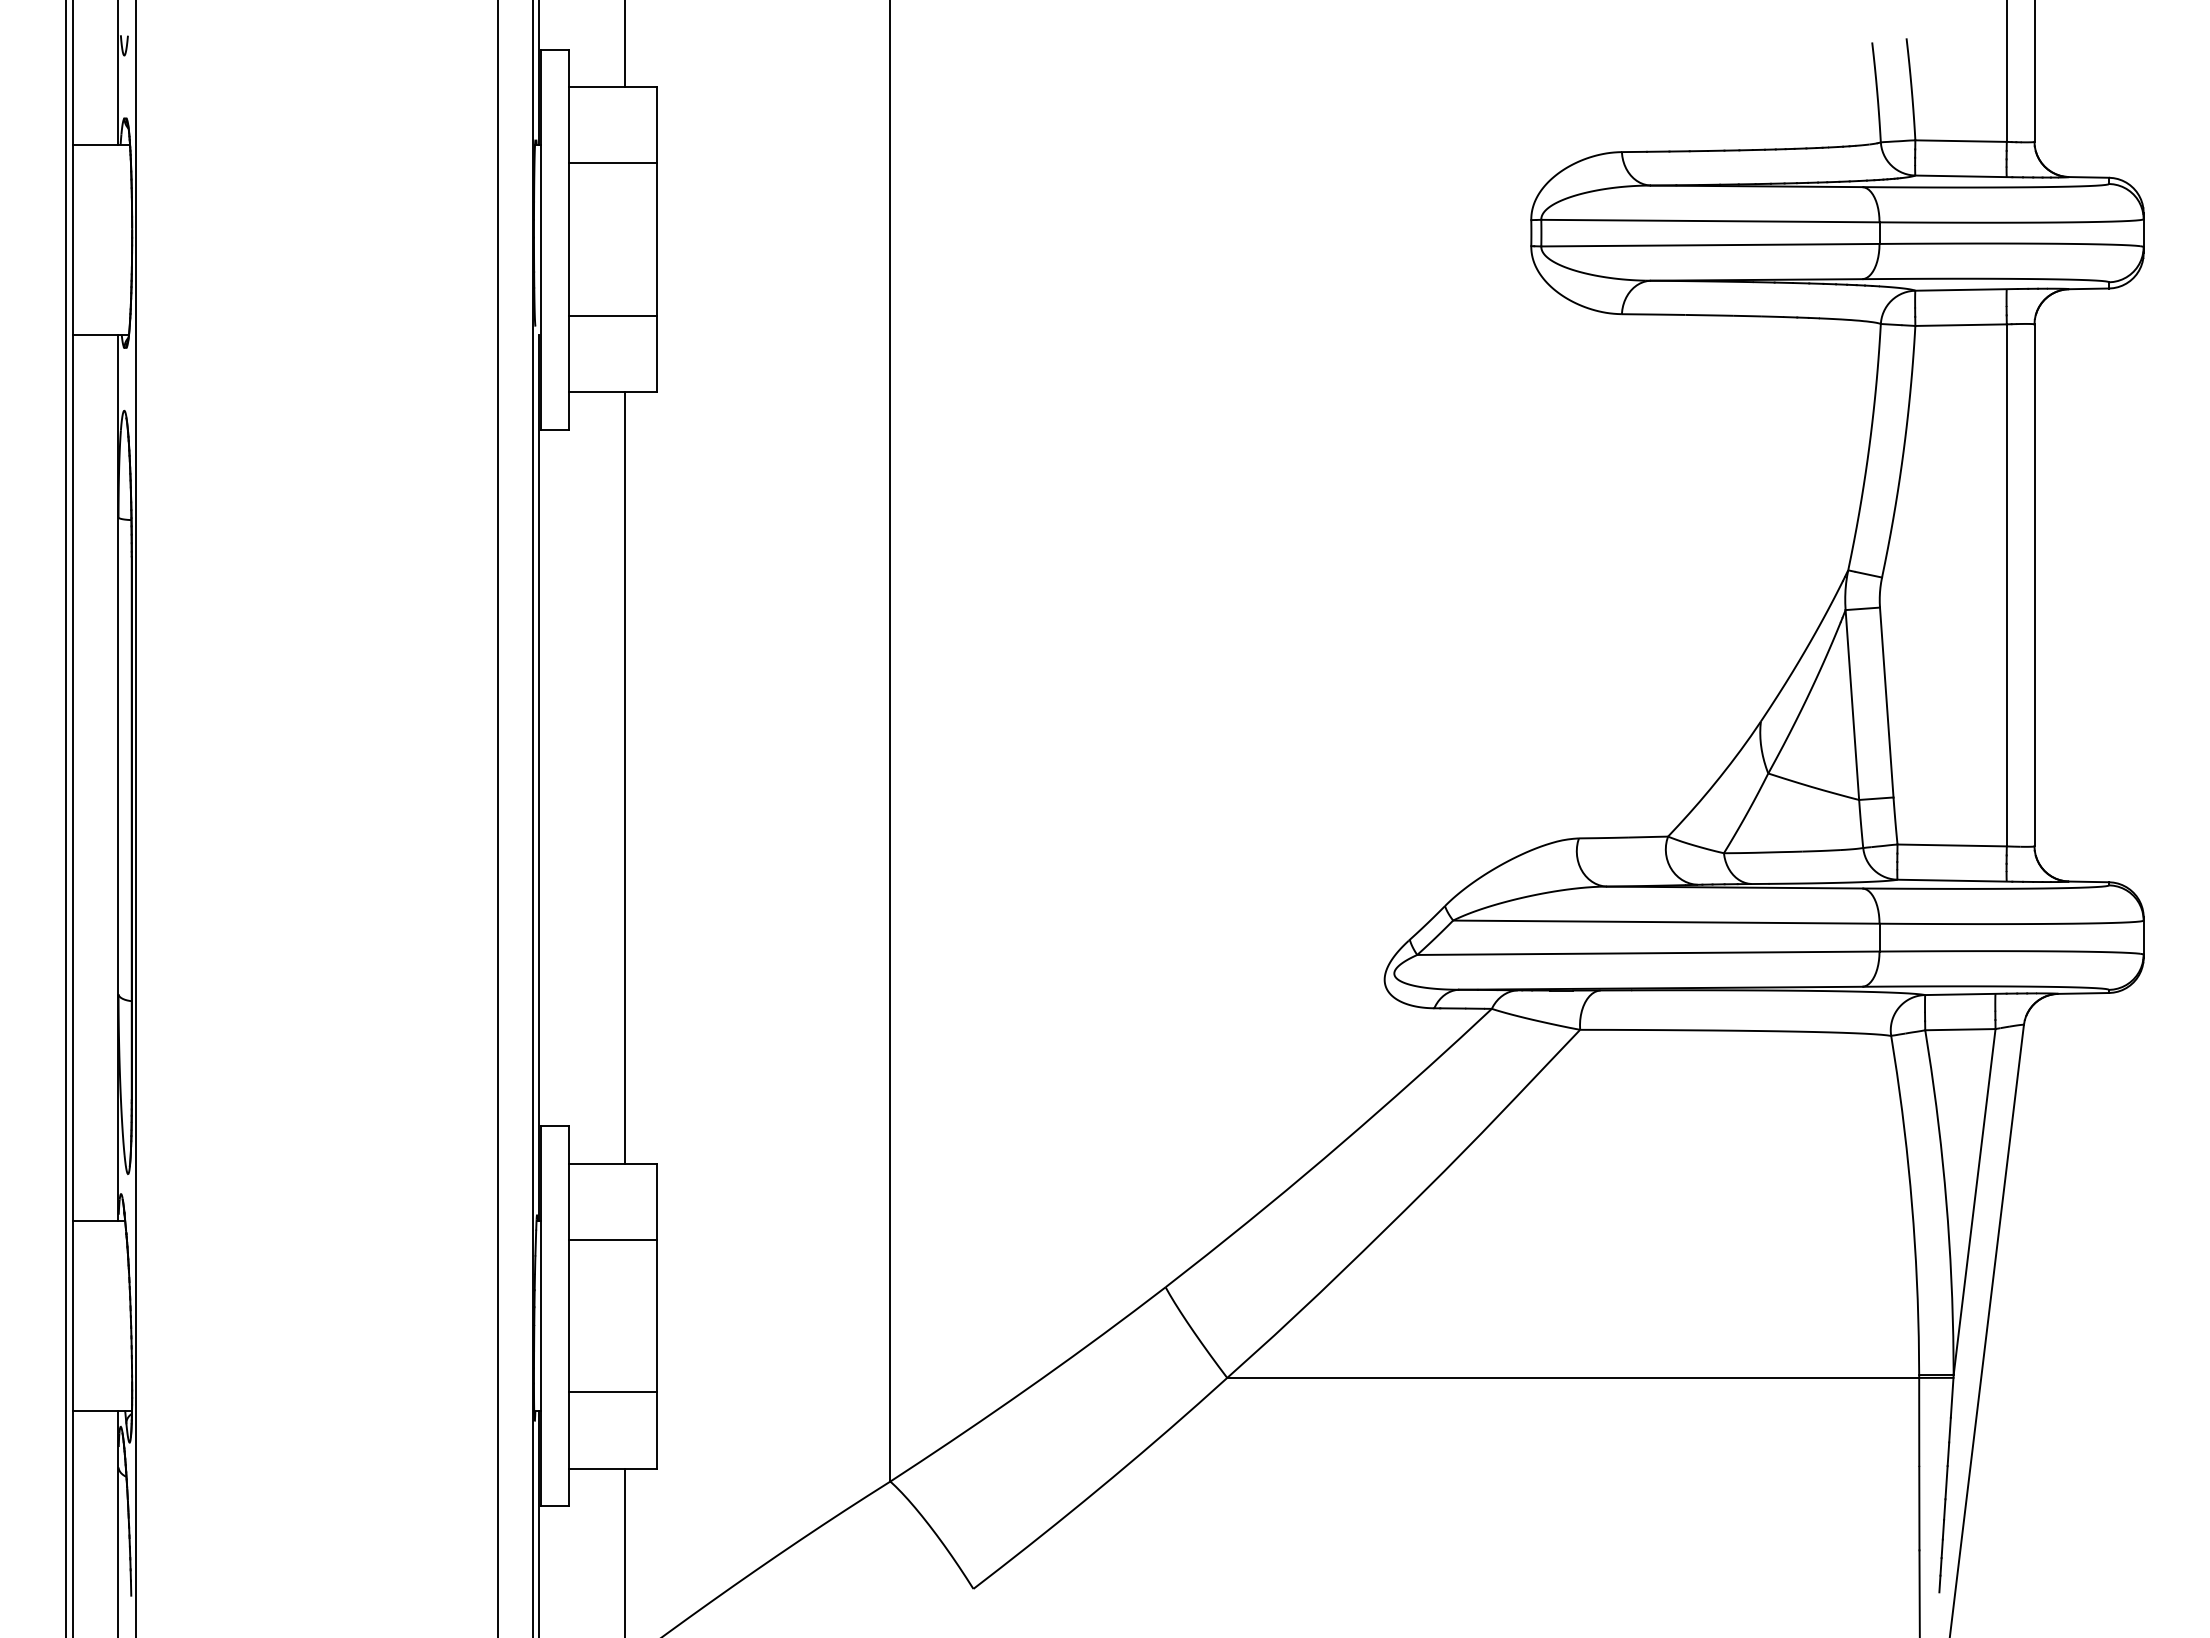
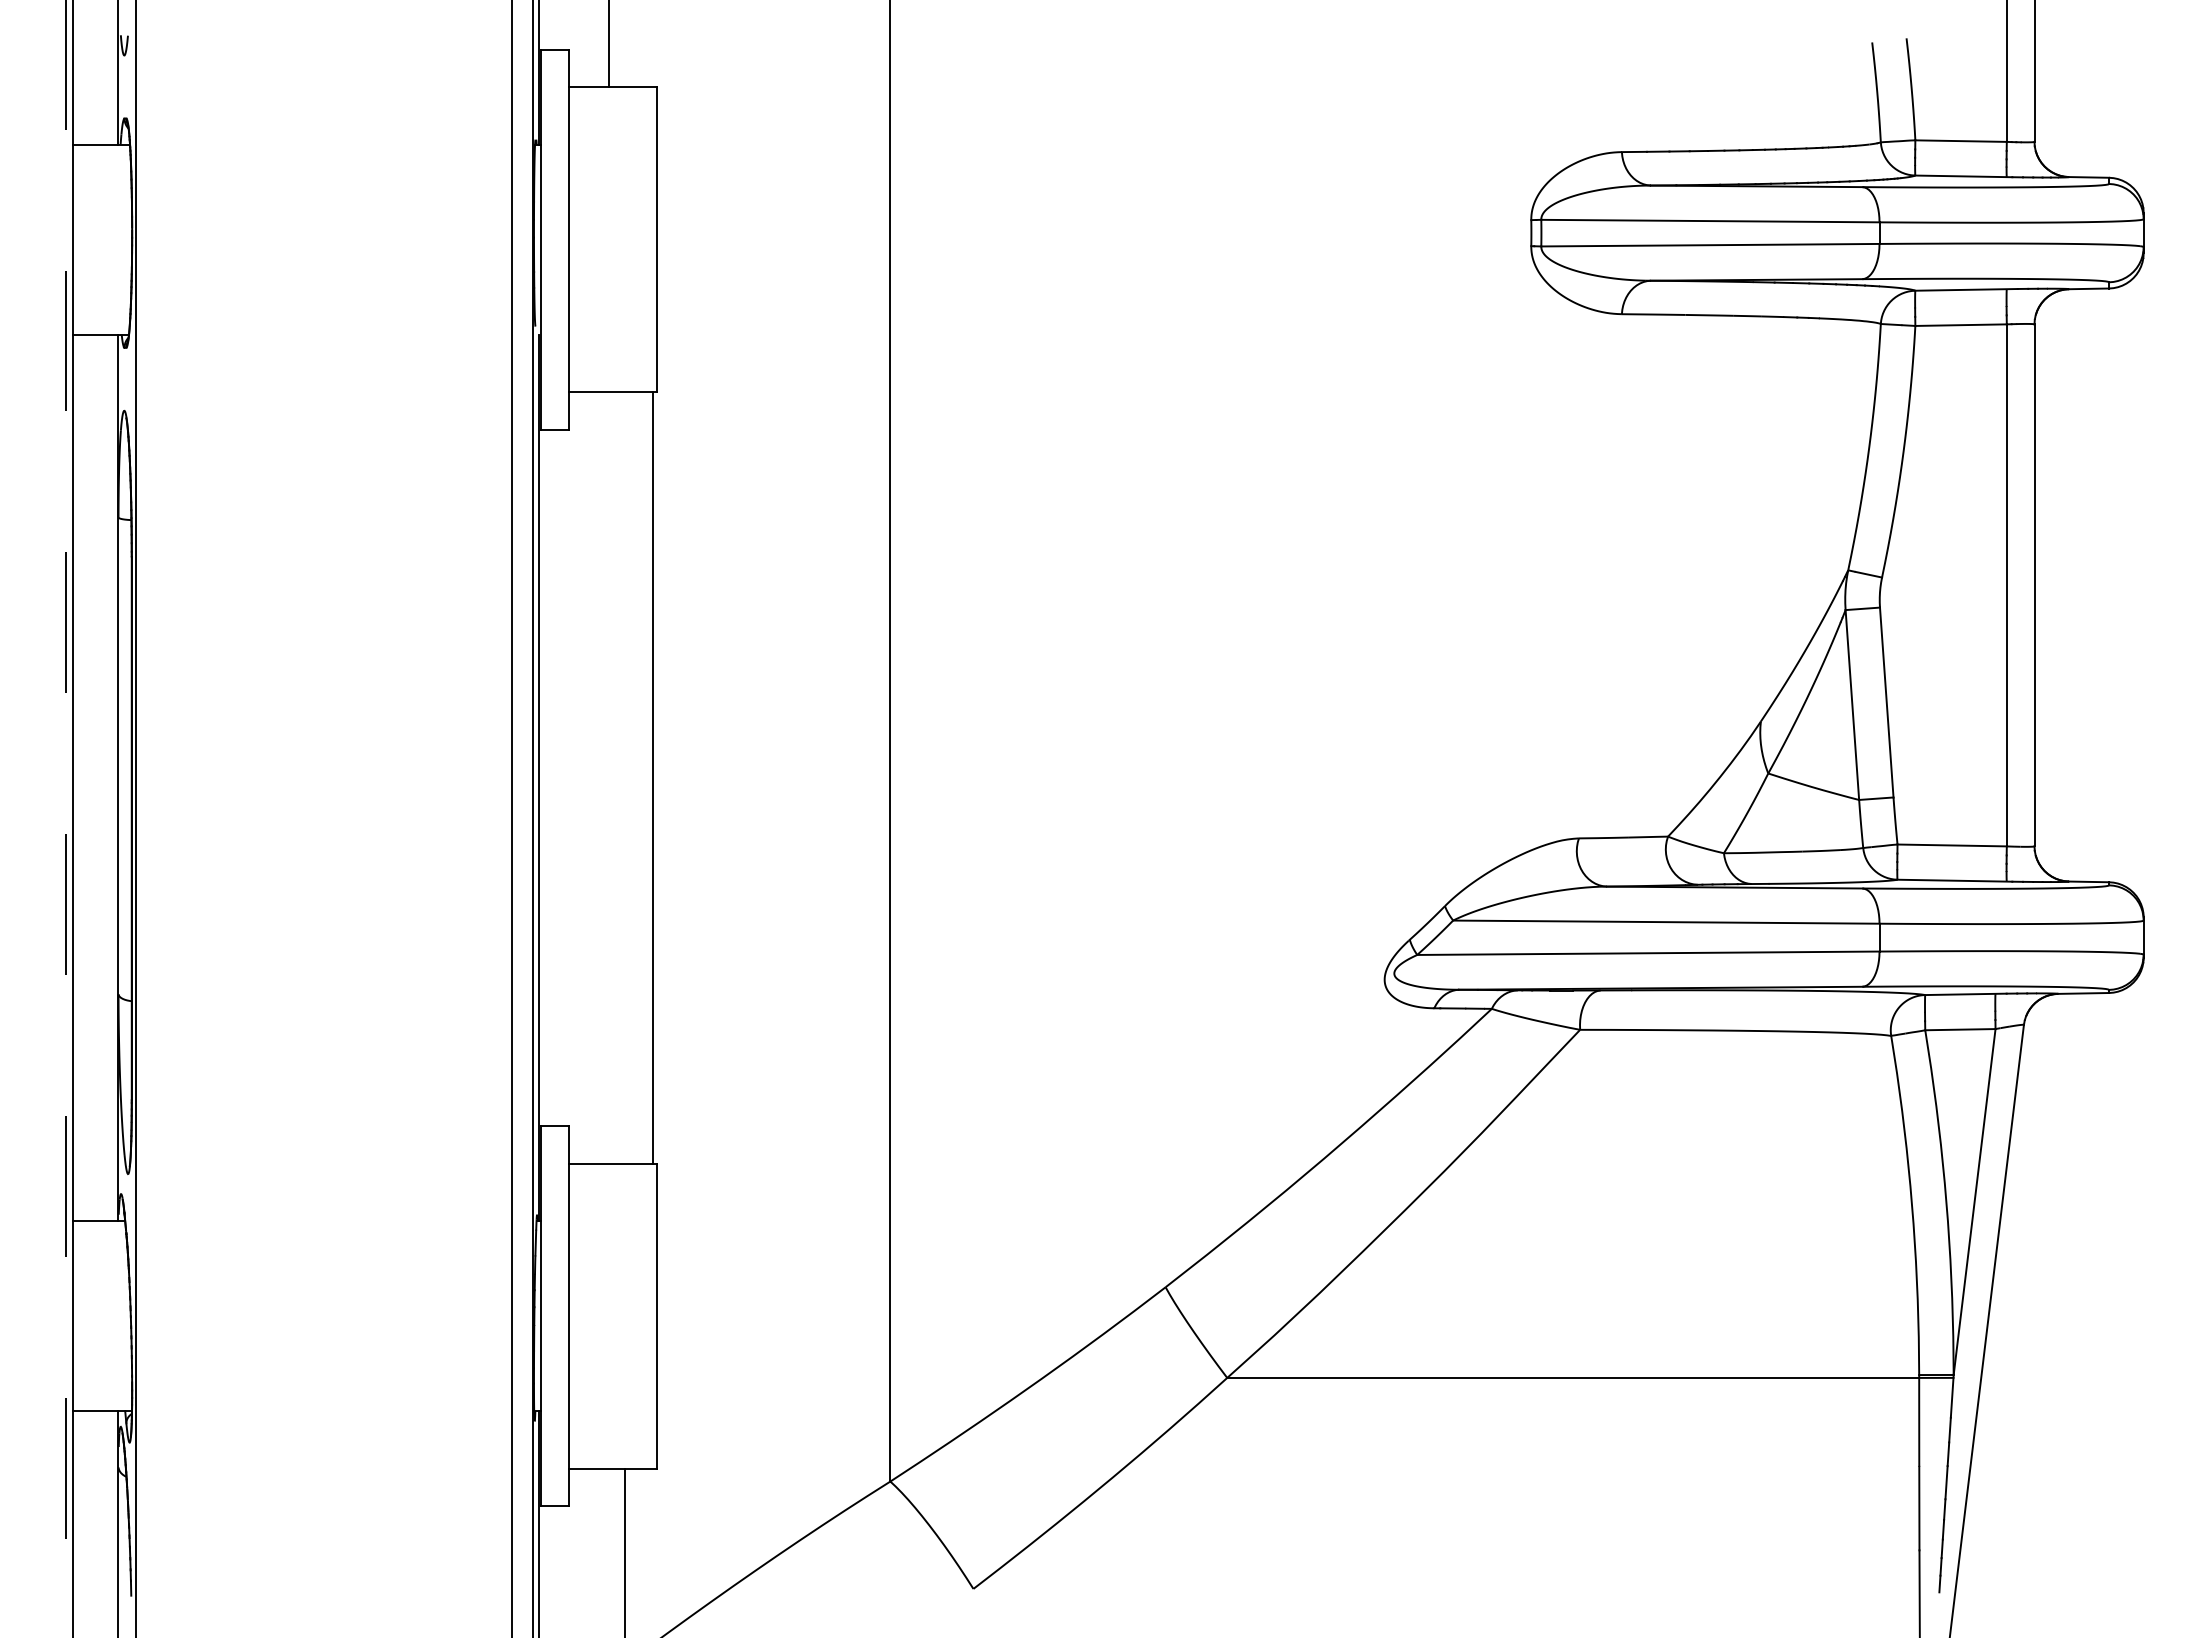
line at (625, 44) position: (625, 44) -> (609, 44)
line at (613, 163): present -> none
line at (613, 315): present -> none
line at (625, 777) position: (625, 777) -> (653, 777)
line at (66, 818): solid -> dashed
line at (497, 818) position: (497, 818) -> (511, 818)
line at (613, 1239): present -> none
line at (613, 1392): present -> none
